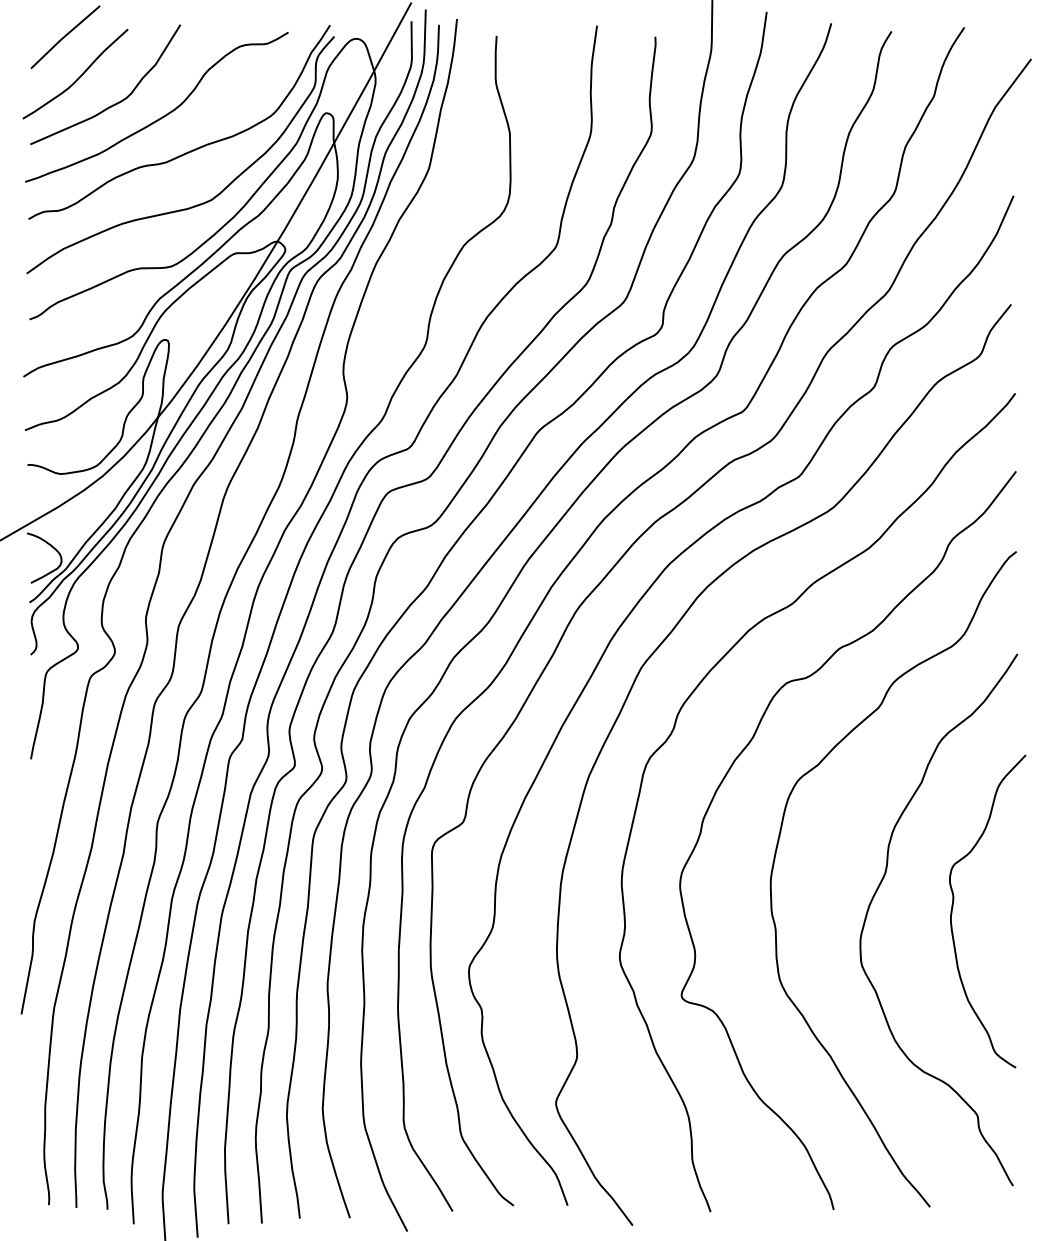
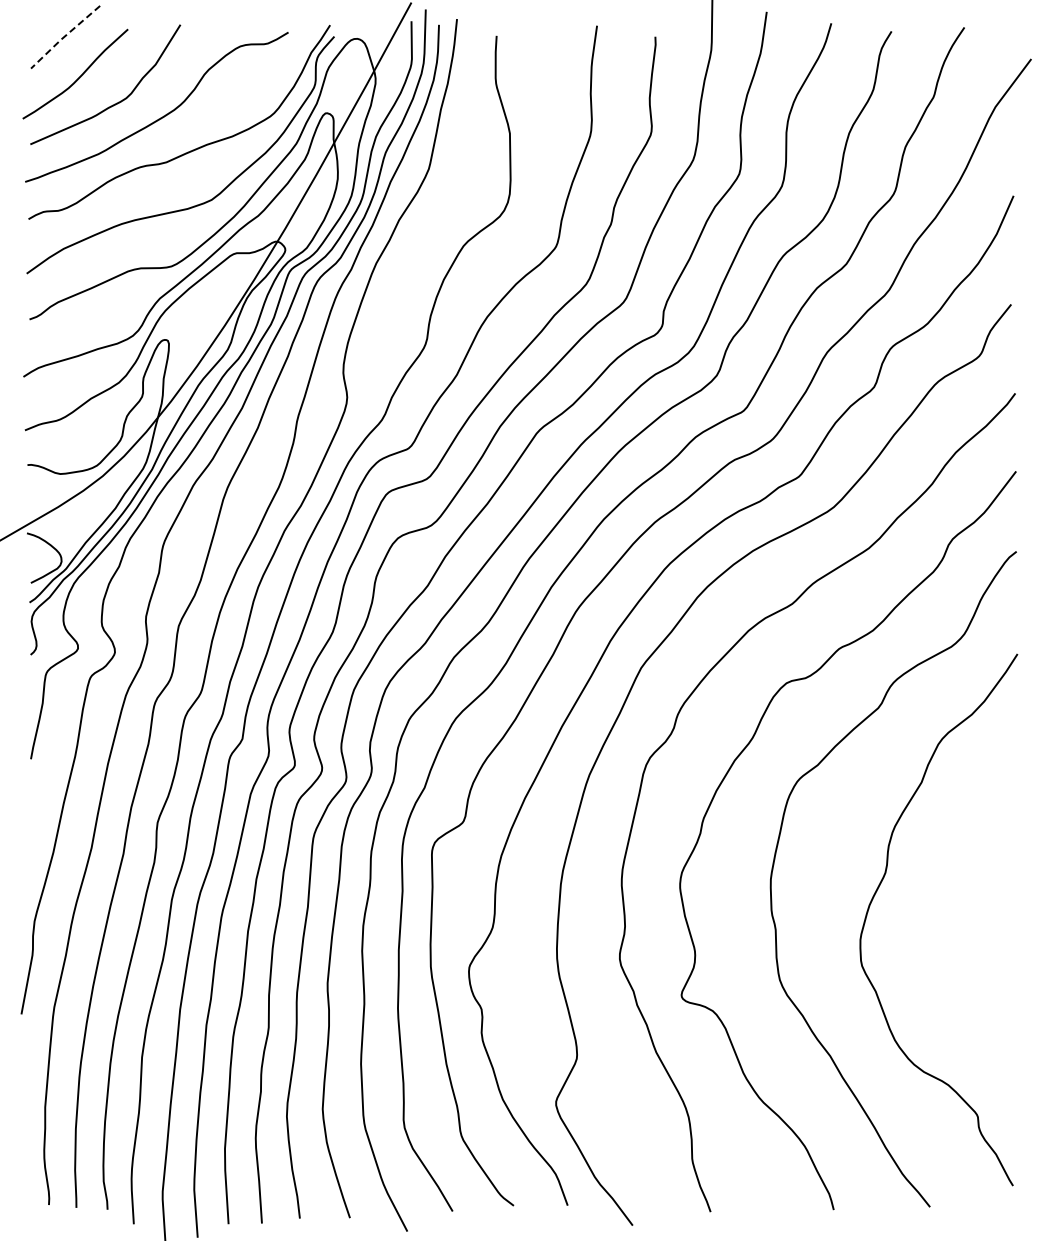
line at (63, 37): solid -> dashed
curve at (953, 907): present -> none
